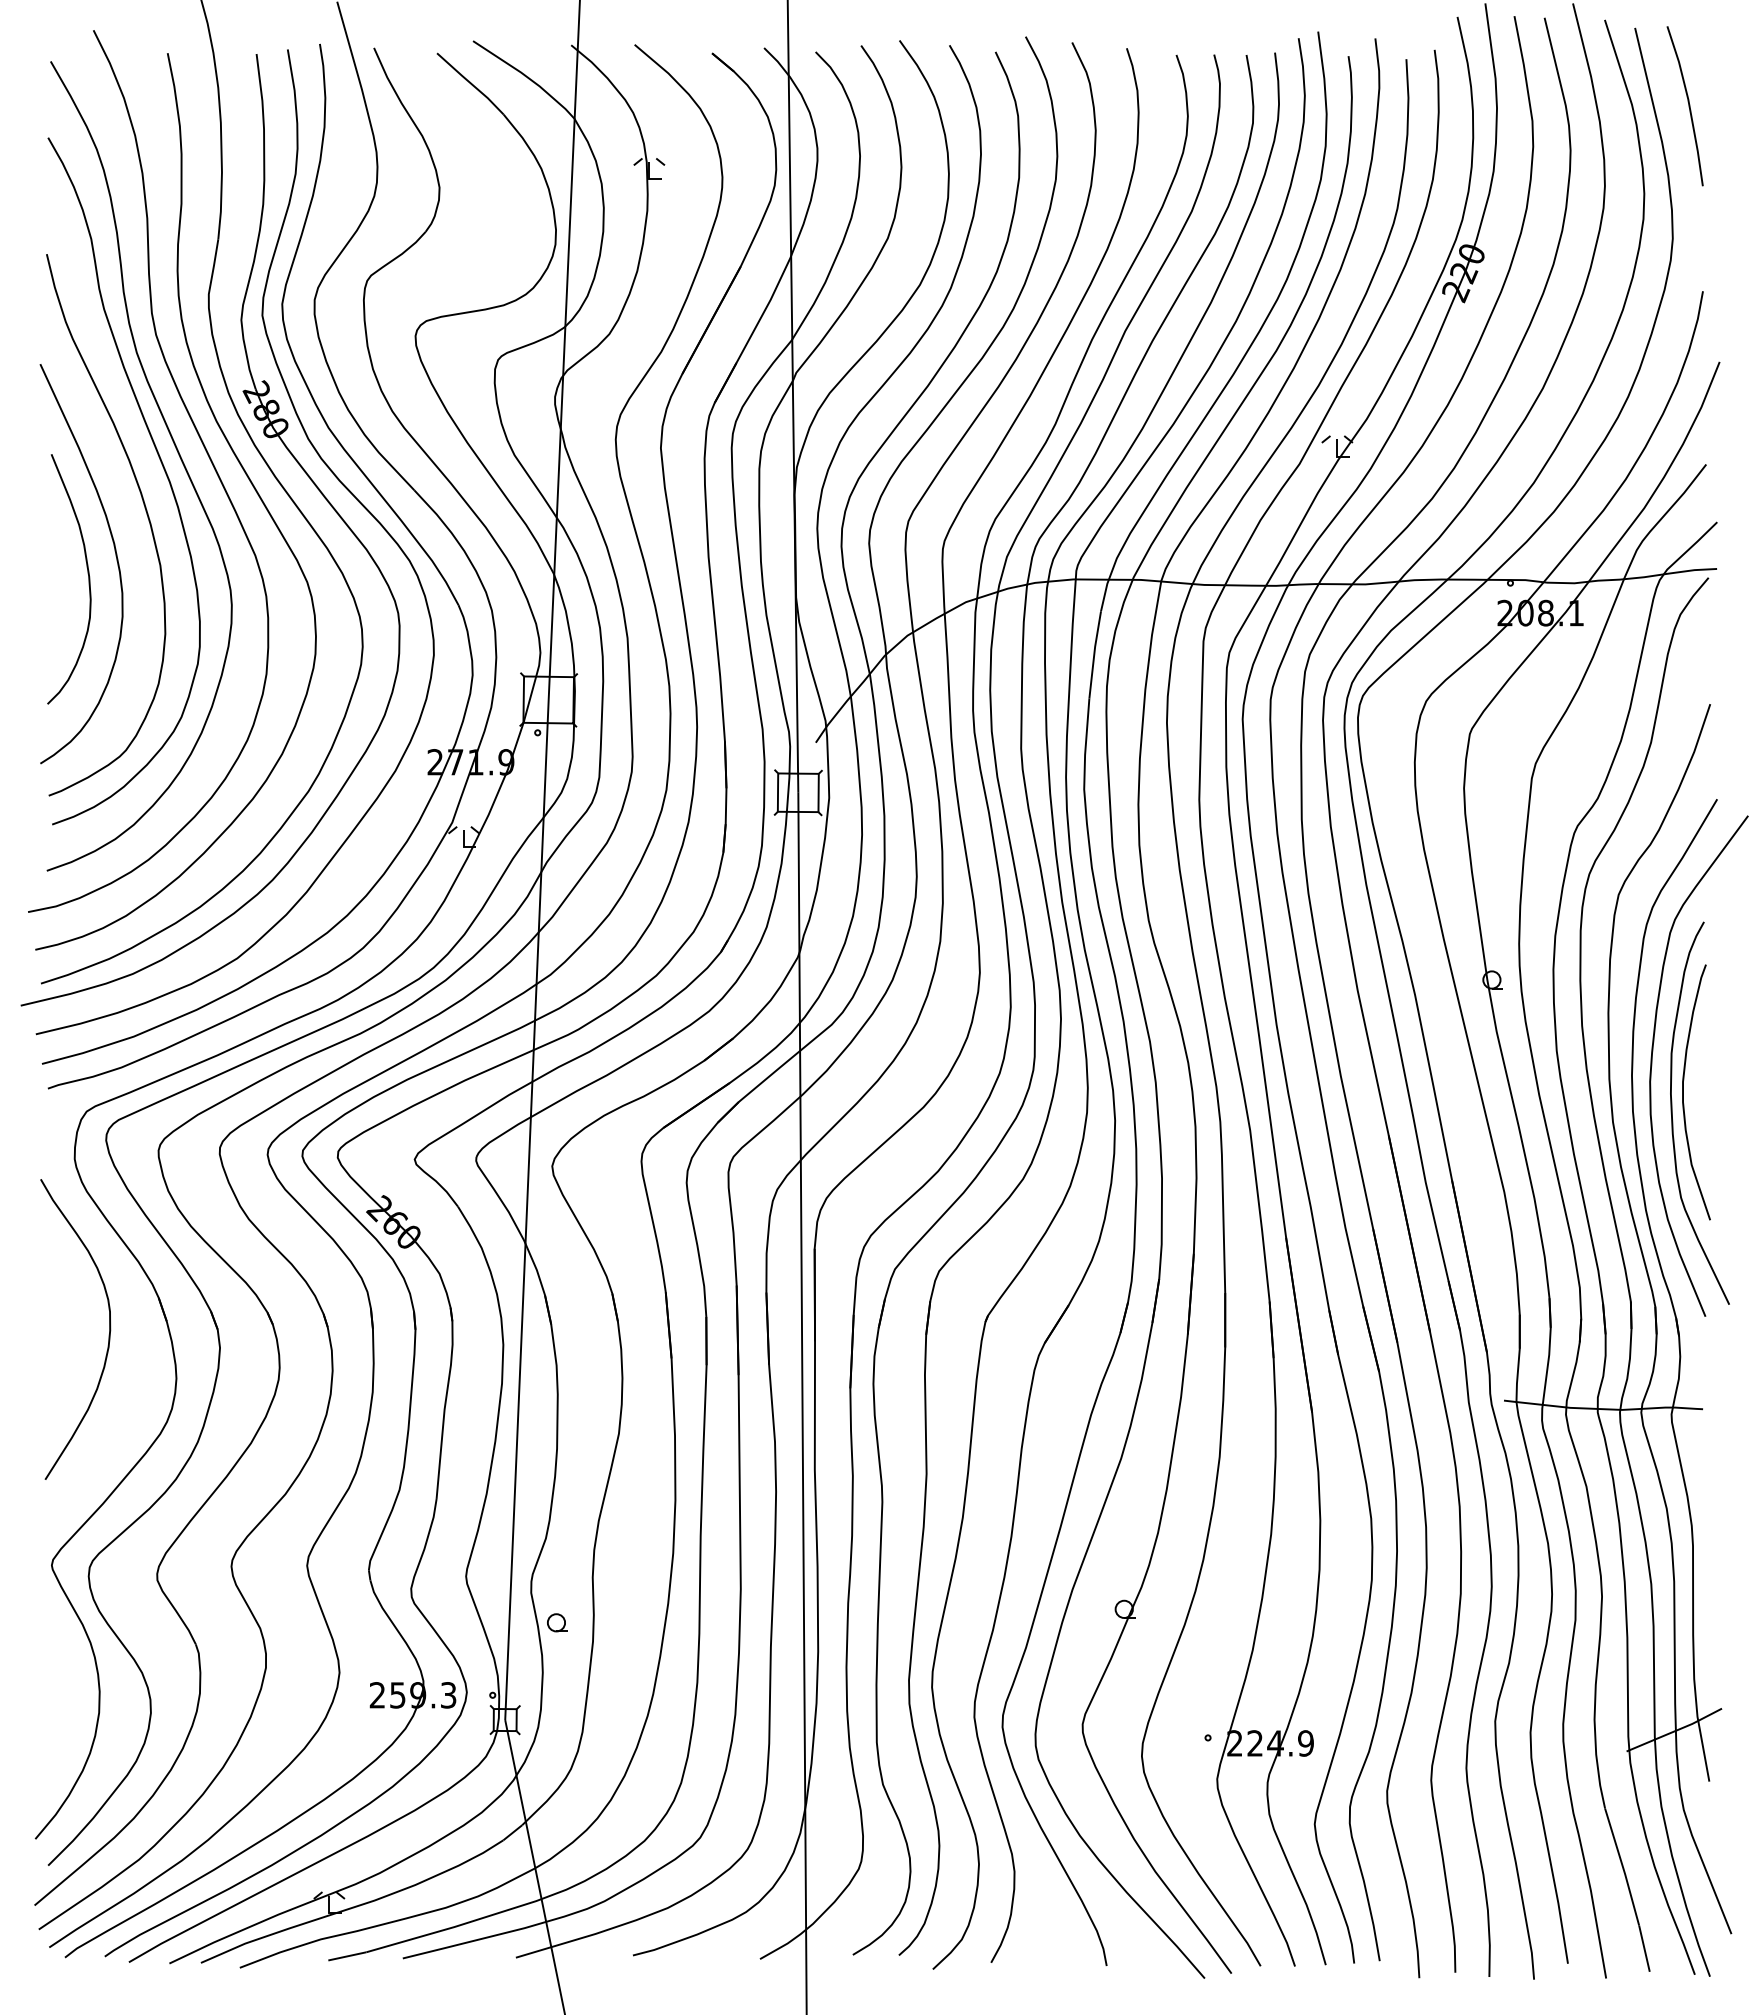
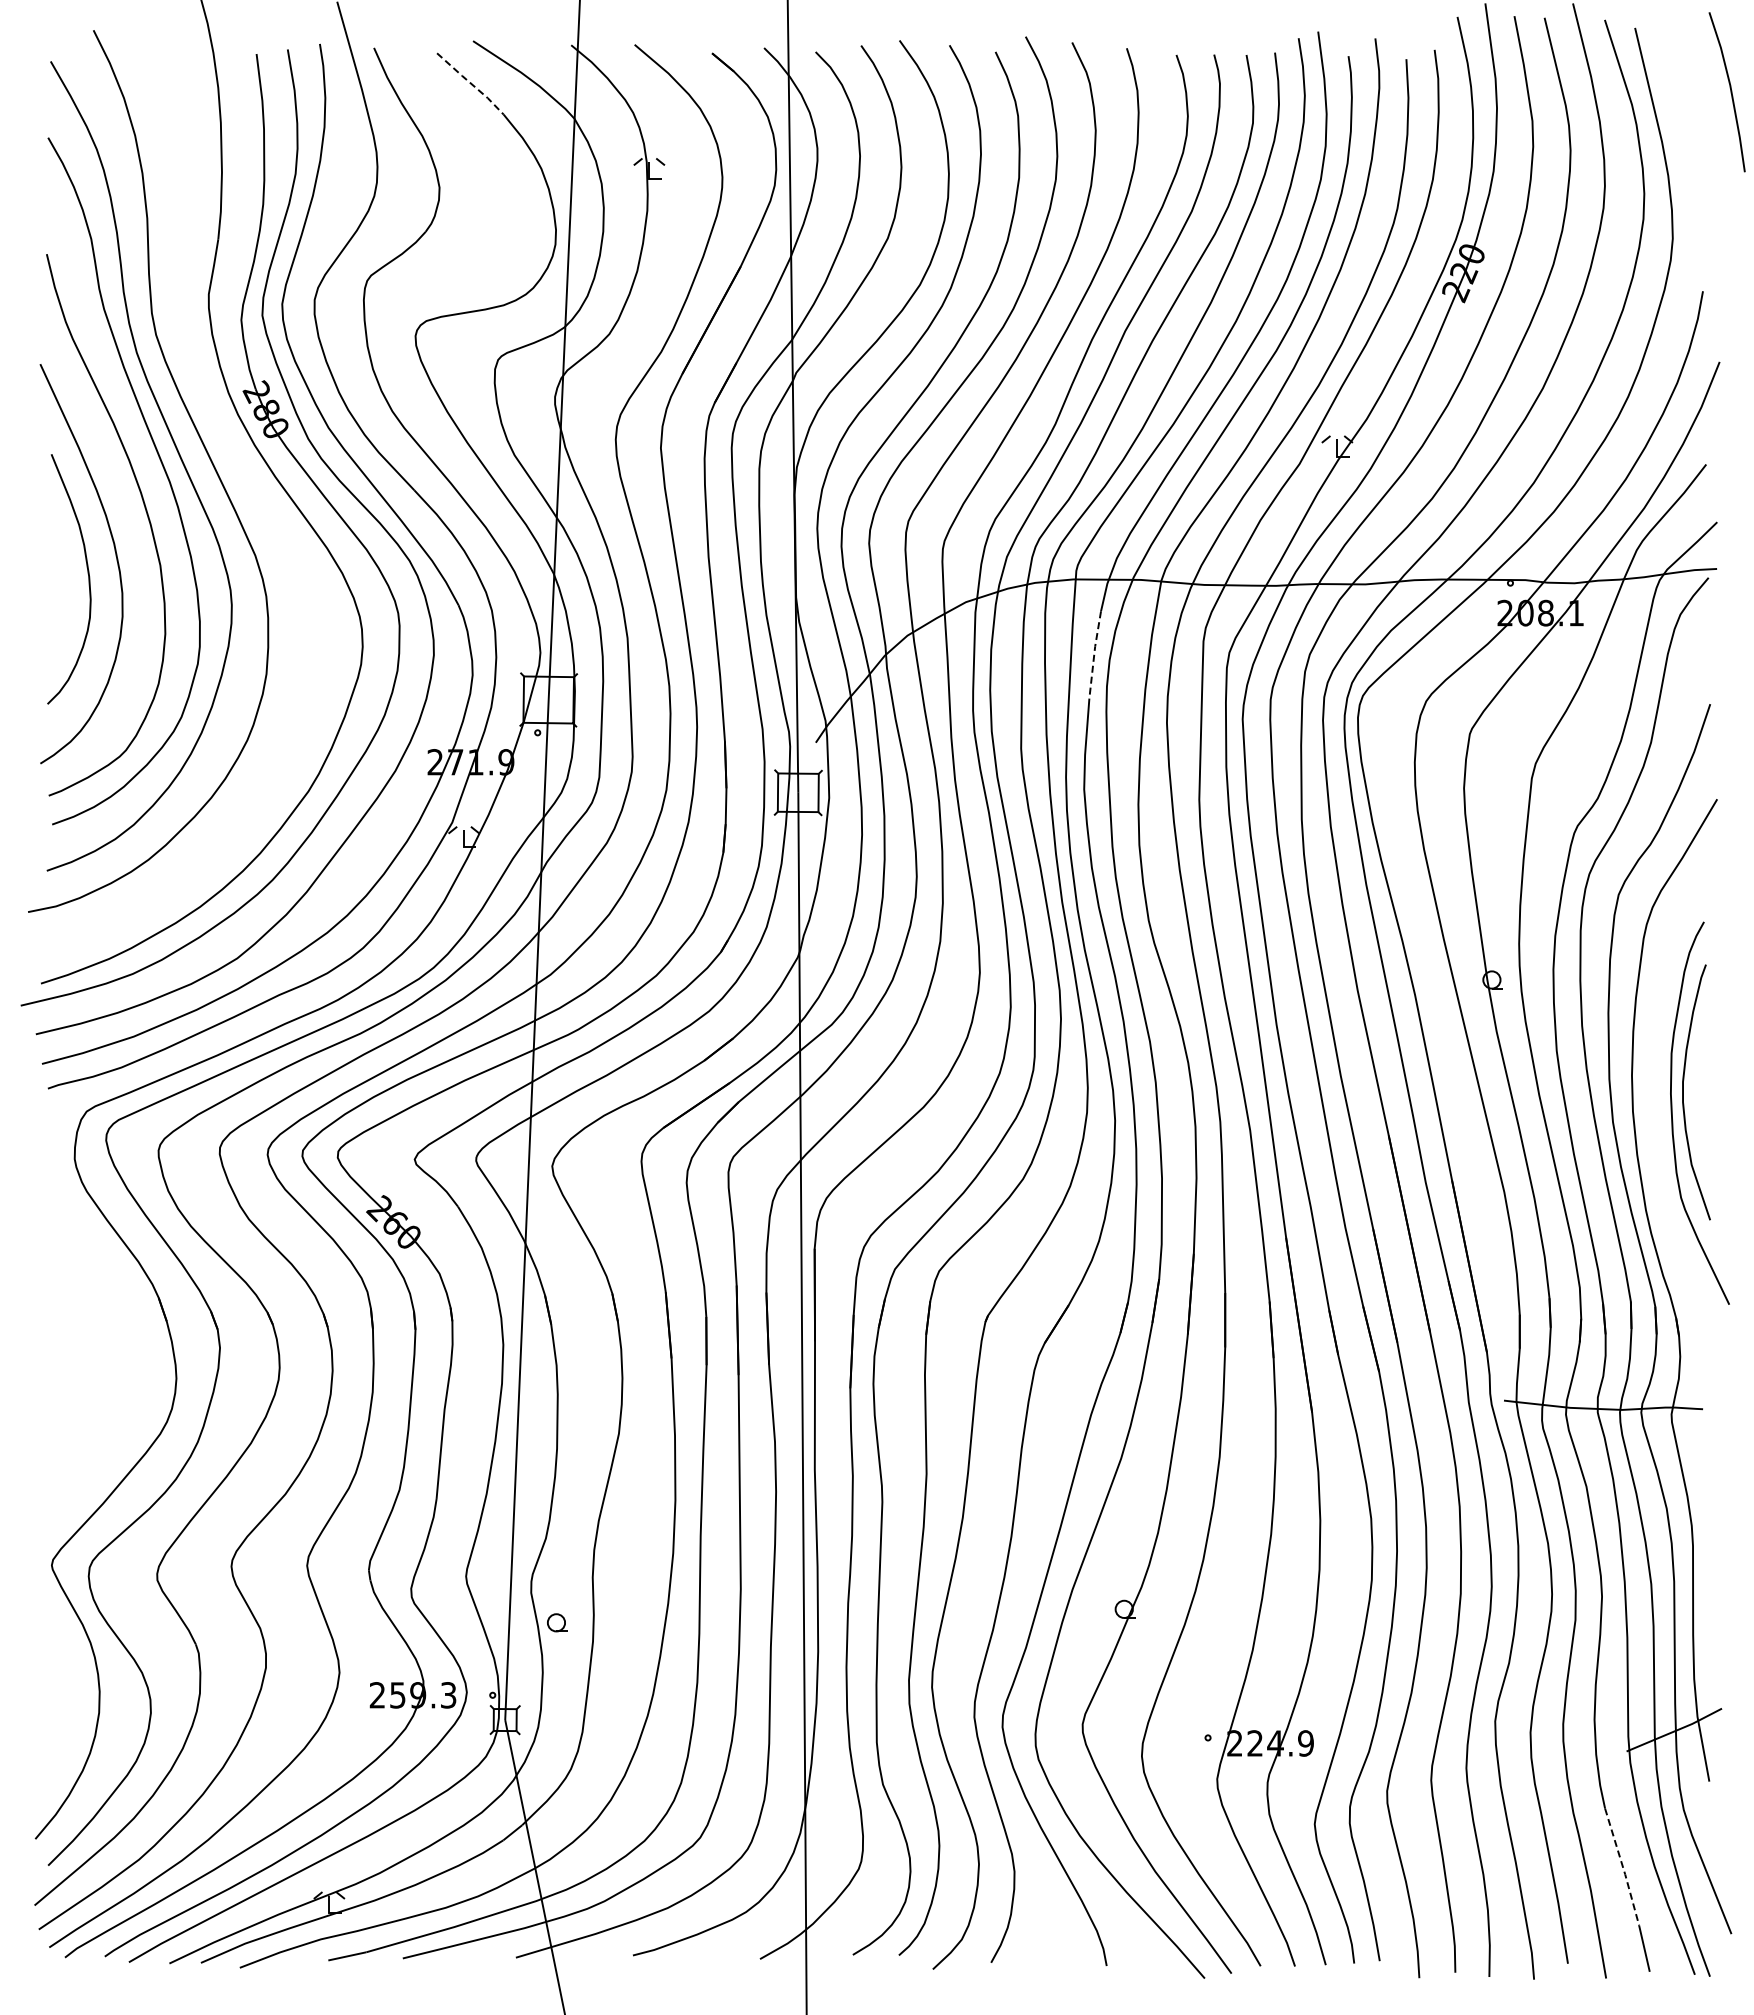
line at (471, 83): solid -> dashed
line at (1688, 106) position: (1688, 106) -> (1730, 92)
curve at (240, 466): present -> none
line at (1094, 654): solid -> dashed
curve at (1652, 1065): present -> none
curve at (108, 1334): present -> none
line at (1622, 1867): solid -> dashed
